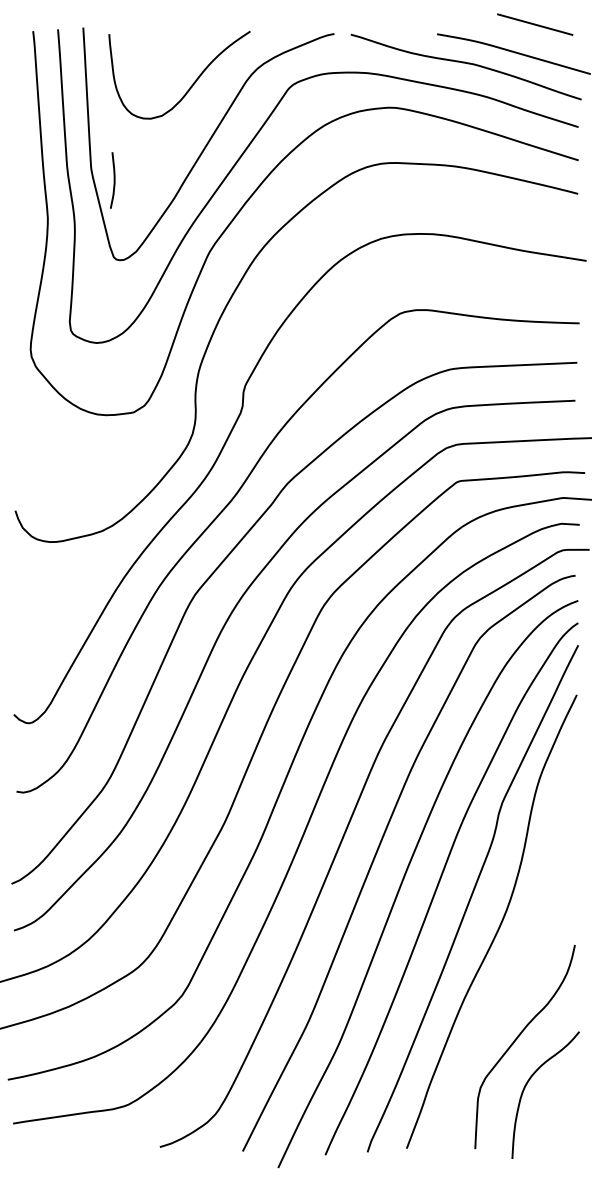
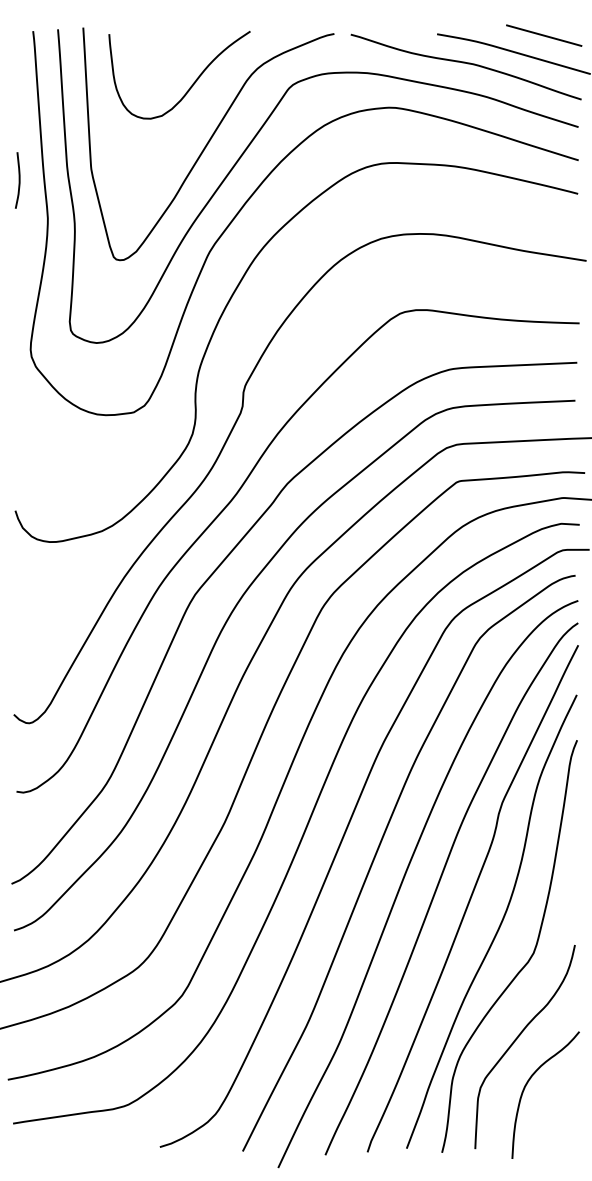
line at (535, 24) position: (535, 24) -> (544, 35)
curve at (113, 180) position: (113, 180) -> (18, 180)
curve at (529, 957): none -> present
